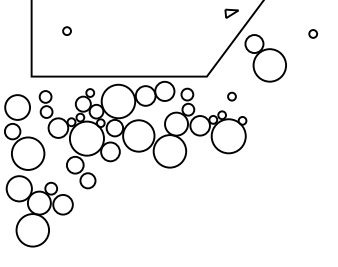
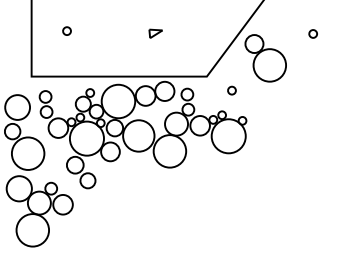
part at (231, 13) position: (231, 13) -> (155, 33)
part at (231, 96) position: (231, 96) -> (231, 90)
